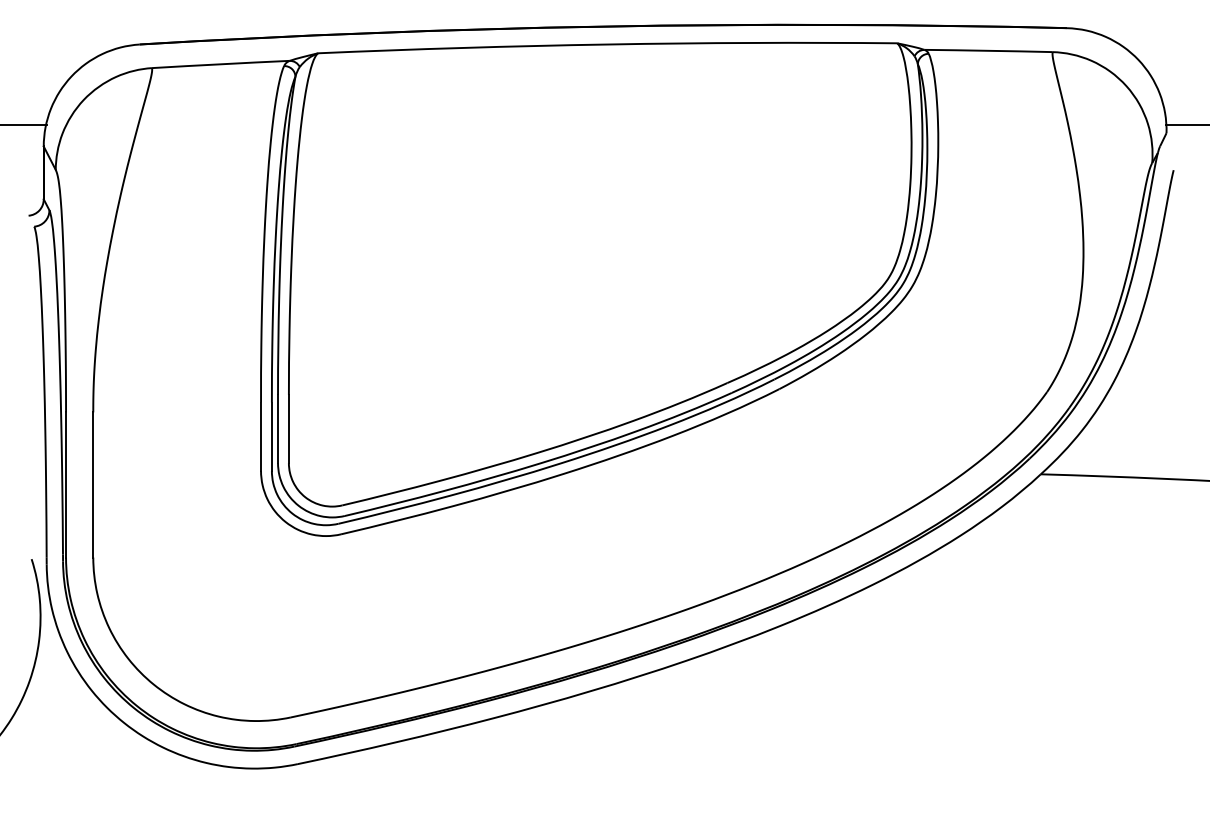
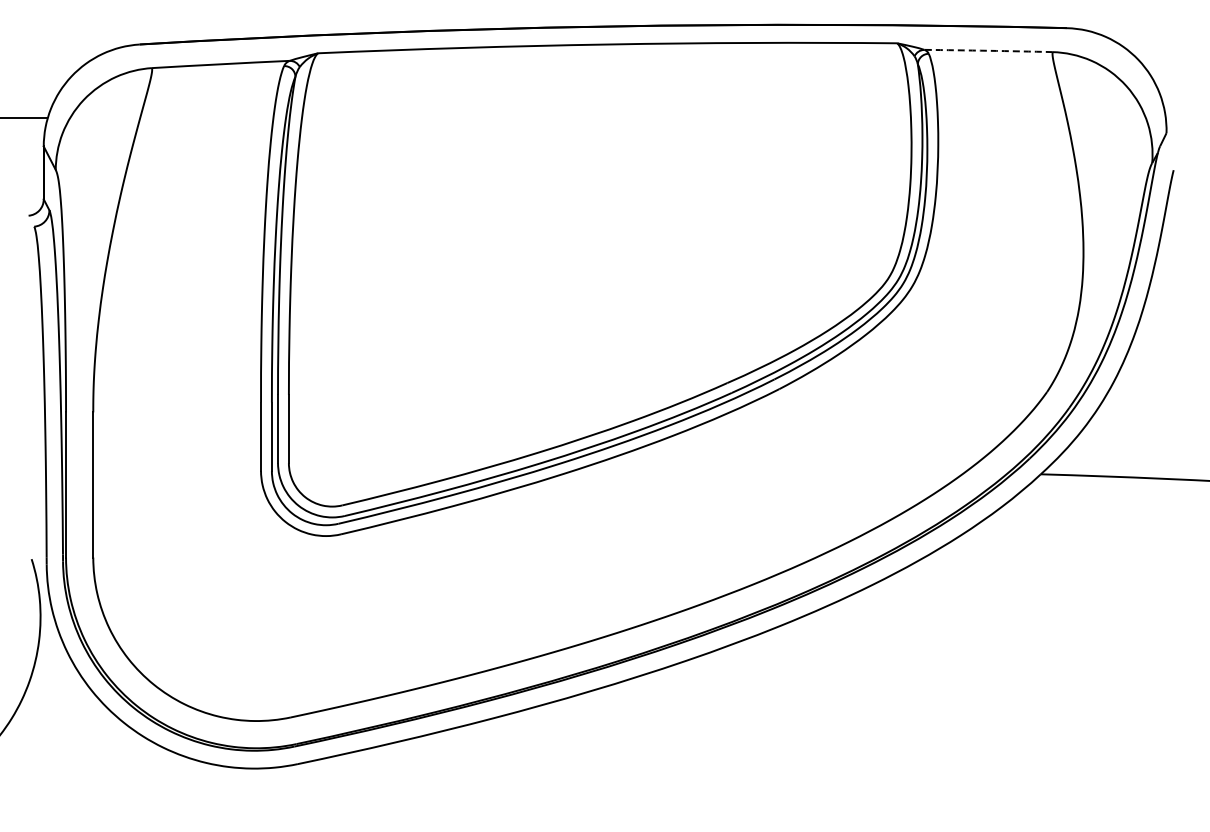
arc at (988, 50): solid -> dashed
line at (24, 124) position: (24, 124) -> (24, 117)
line at (1185, 124): present -> none
